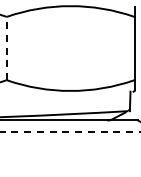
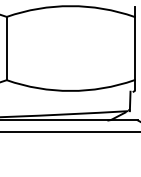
line at (6, 48): dashed -> solid
line at (70, 132): dashed -> solid
